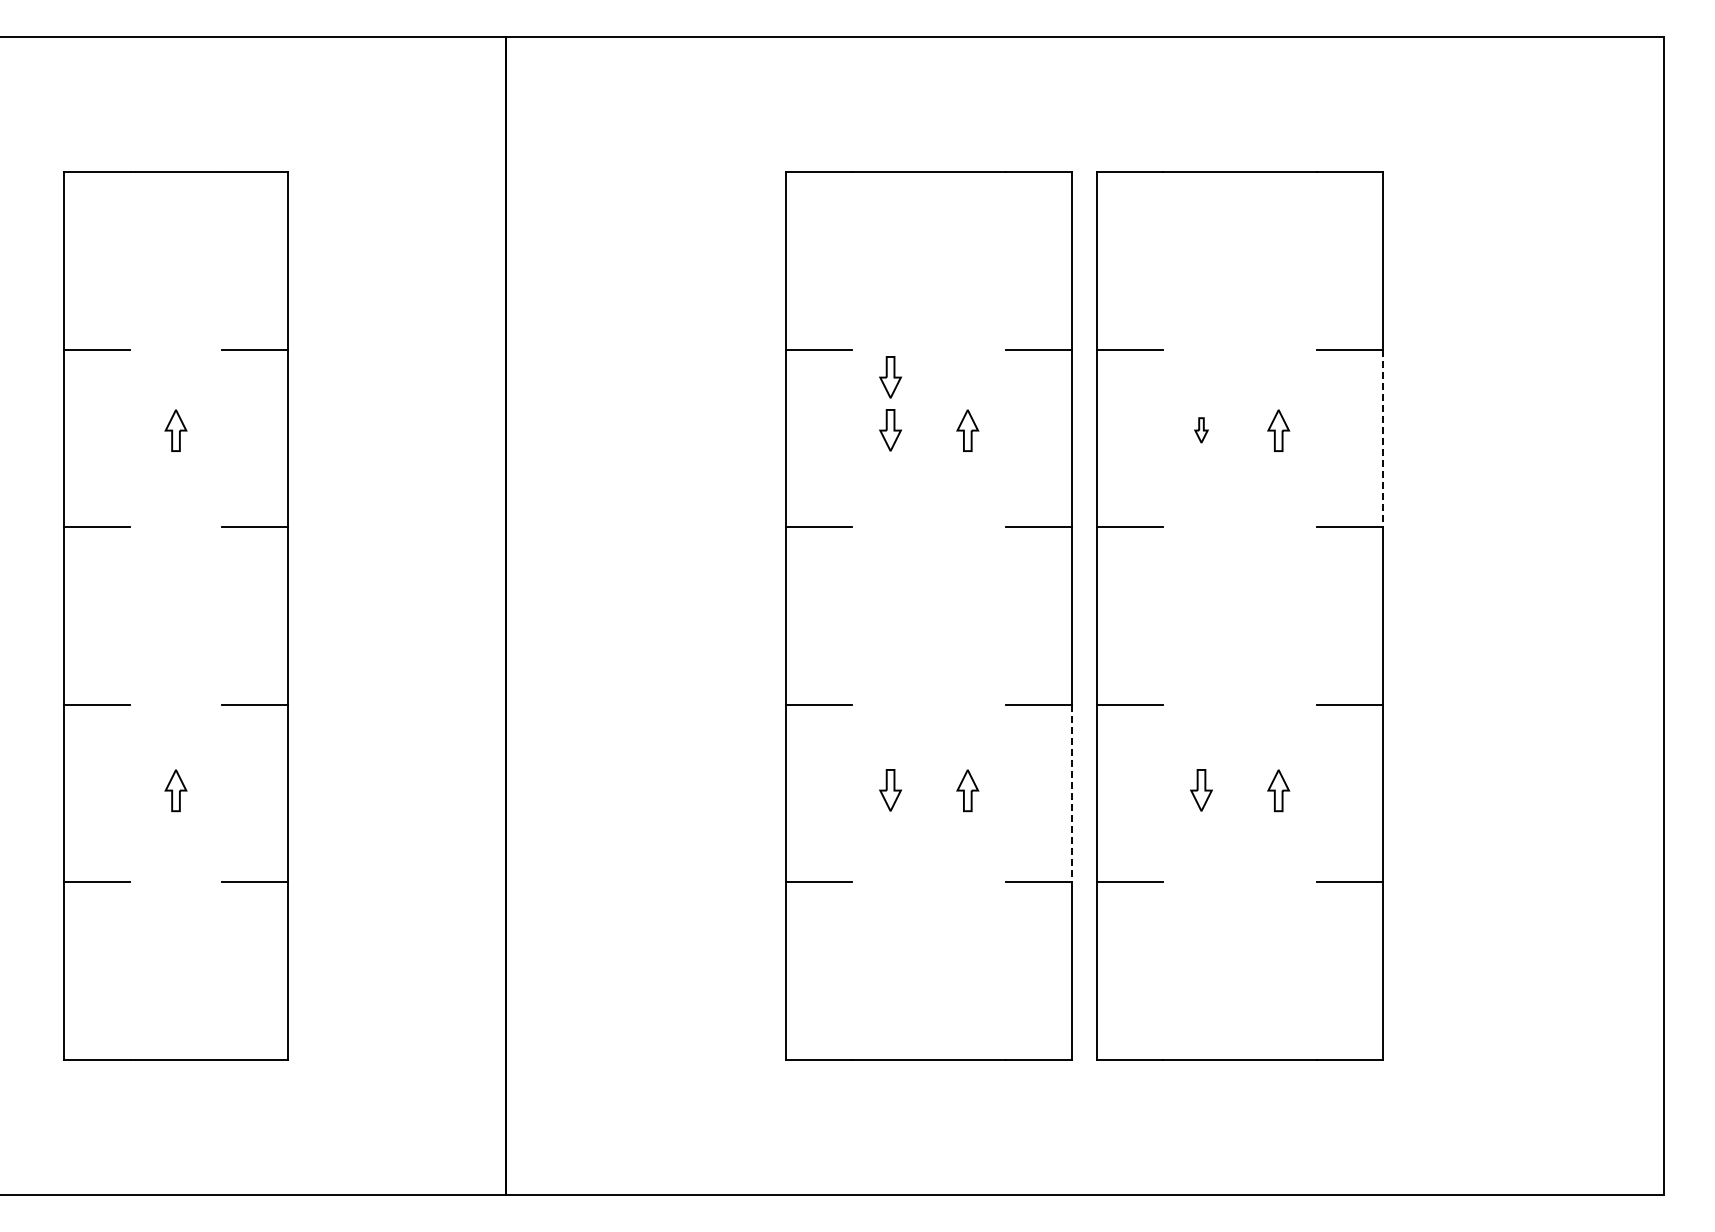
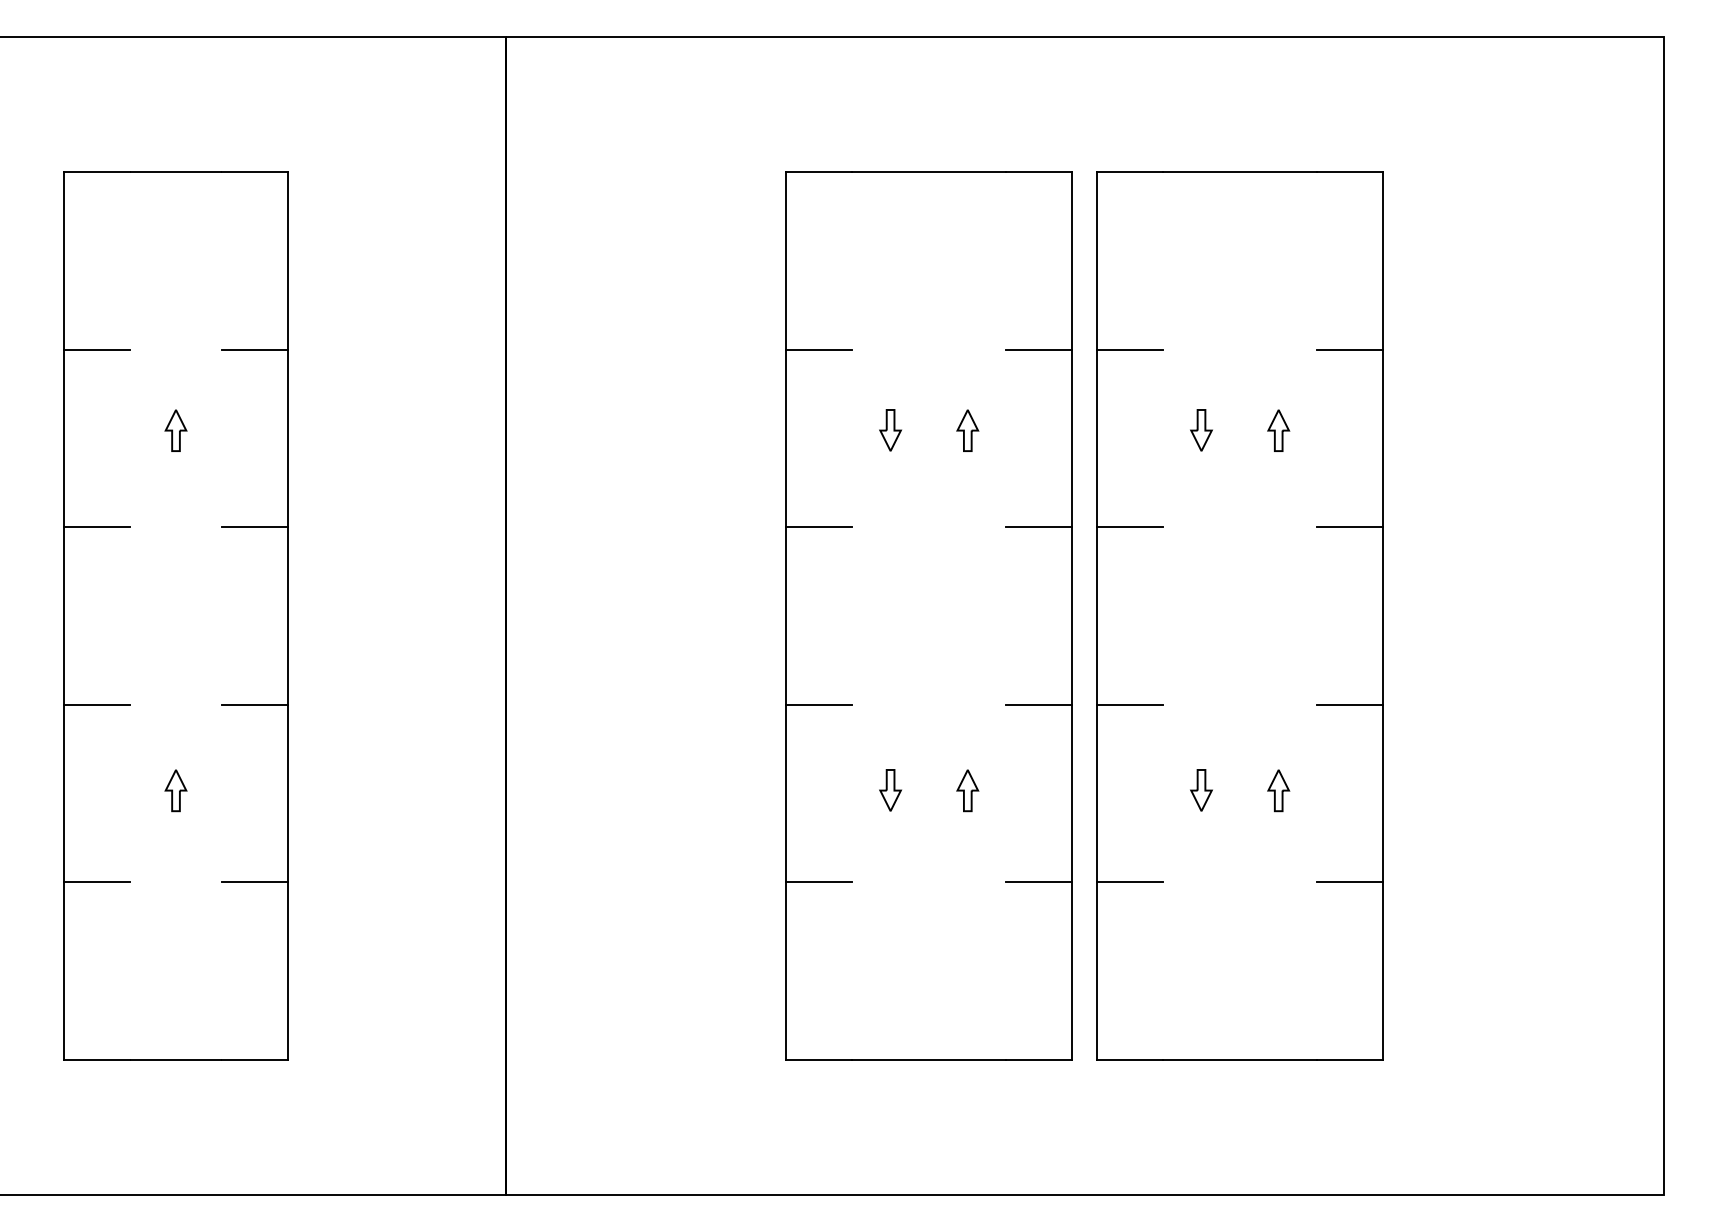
part at (890, 377): present -> none
part at (1201, 430) size: 15x27 px -> 23x43 px
line at (1382, 438): dashed -> solid
line at (1071, 793): dashed -> solid
